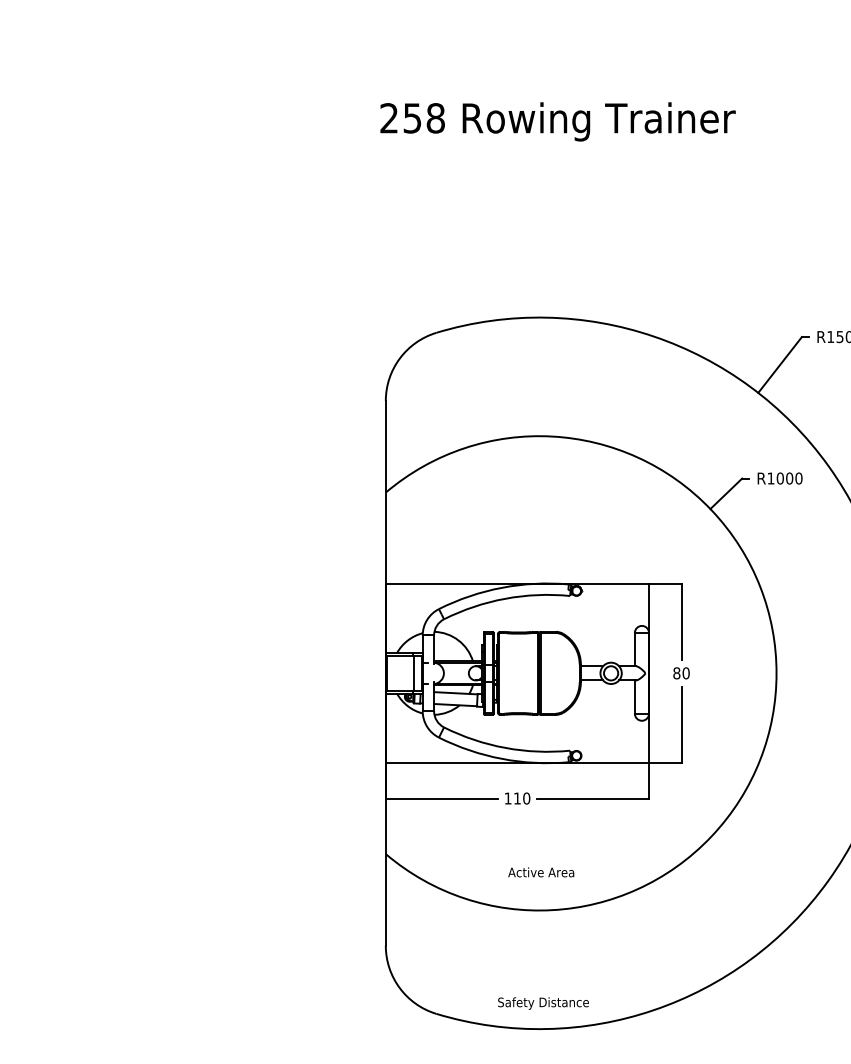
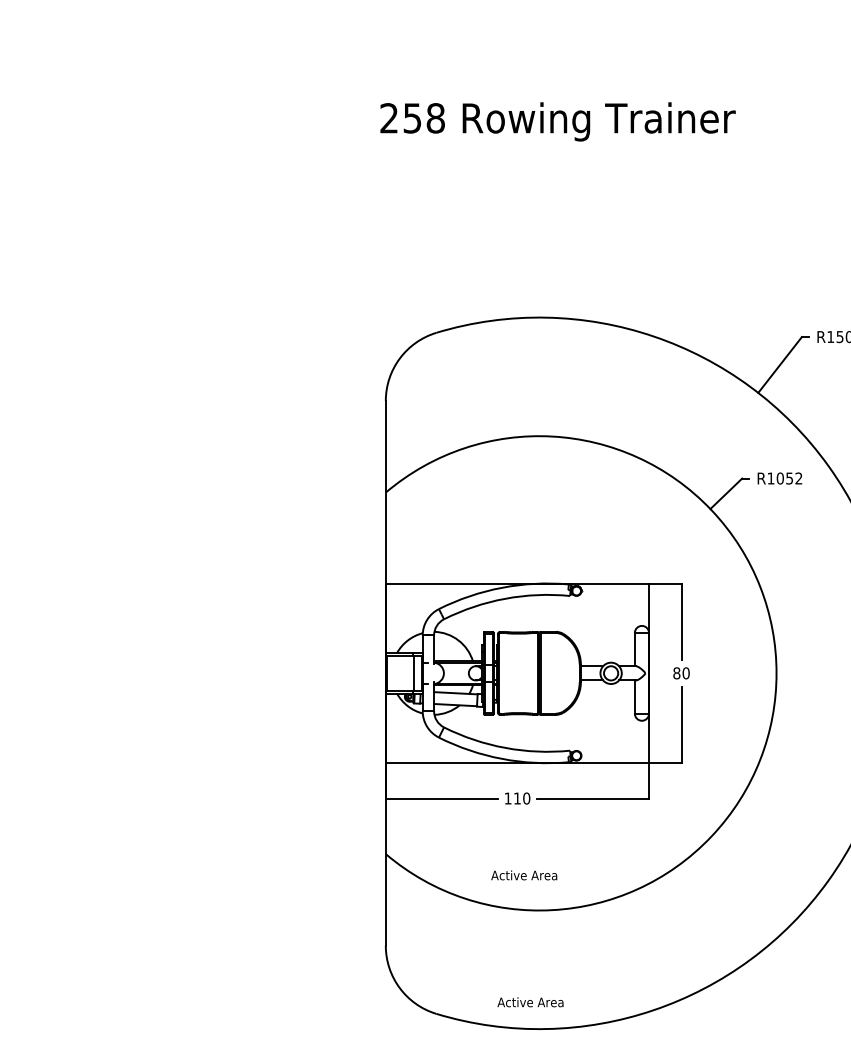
text at (794, 478): R1000 -> R1052
text at (541, 872) position: (541, 872) -> (524, 875)
text at (542, 1003): Safety Distance -> Active Area
